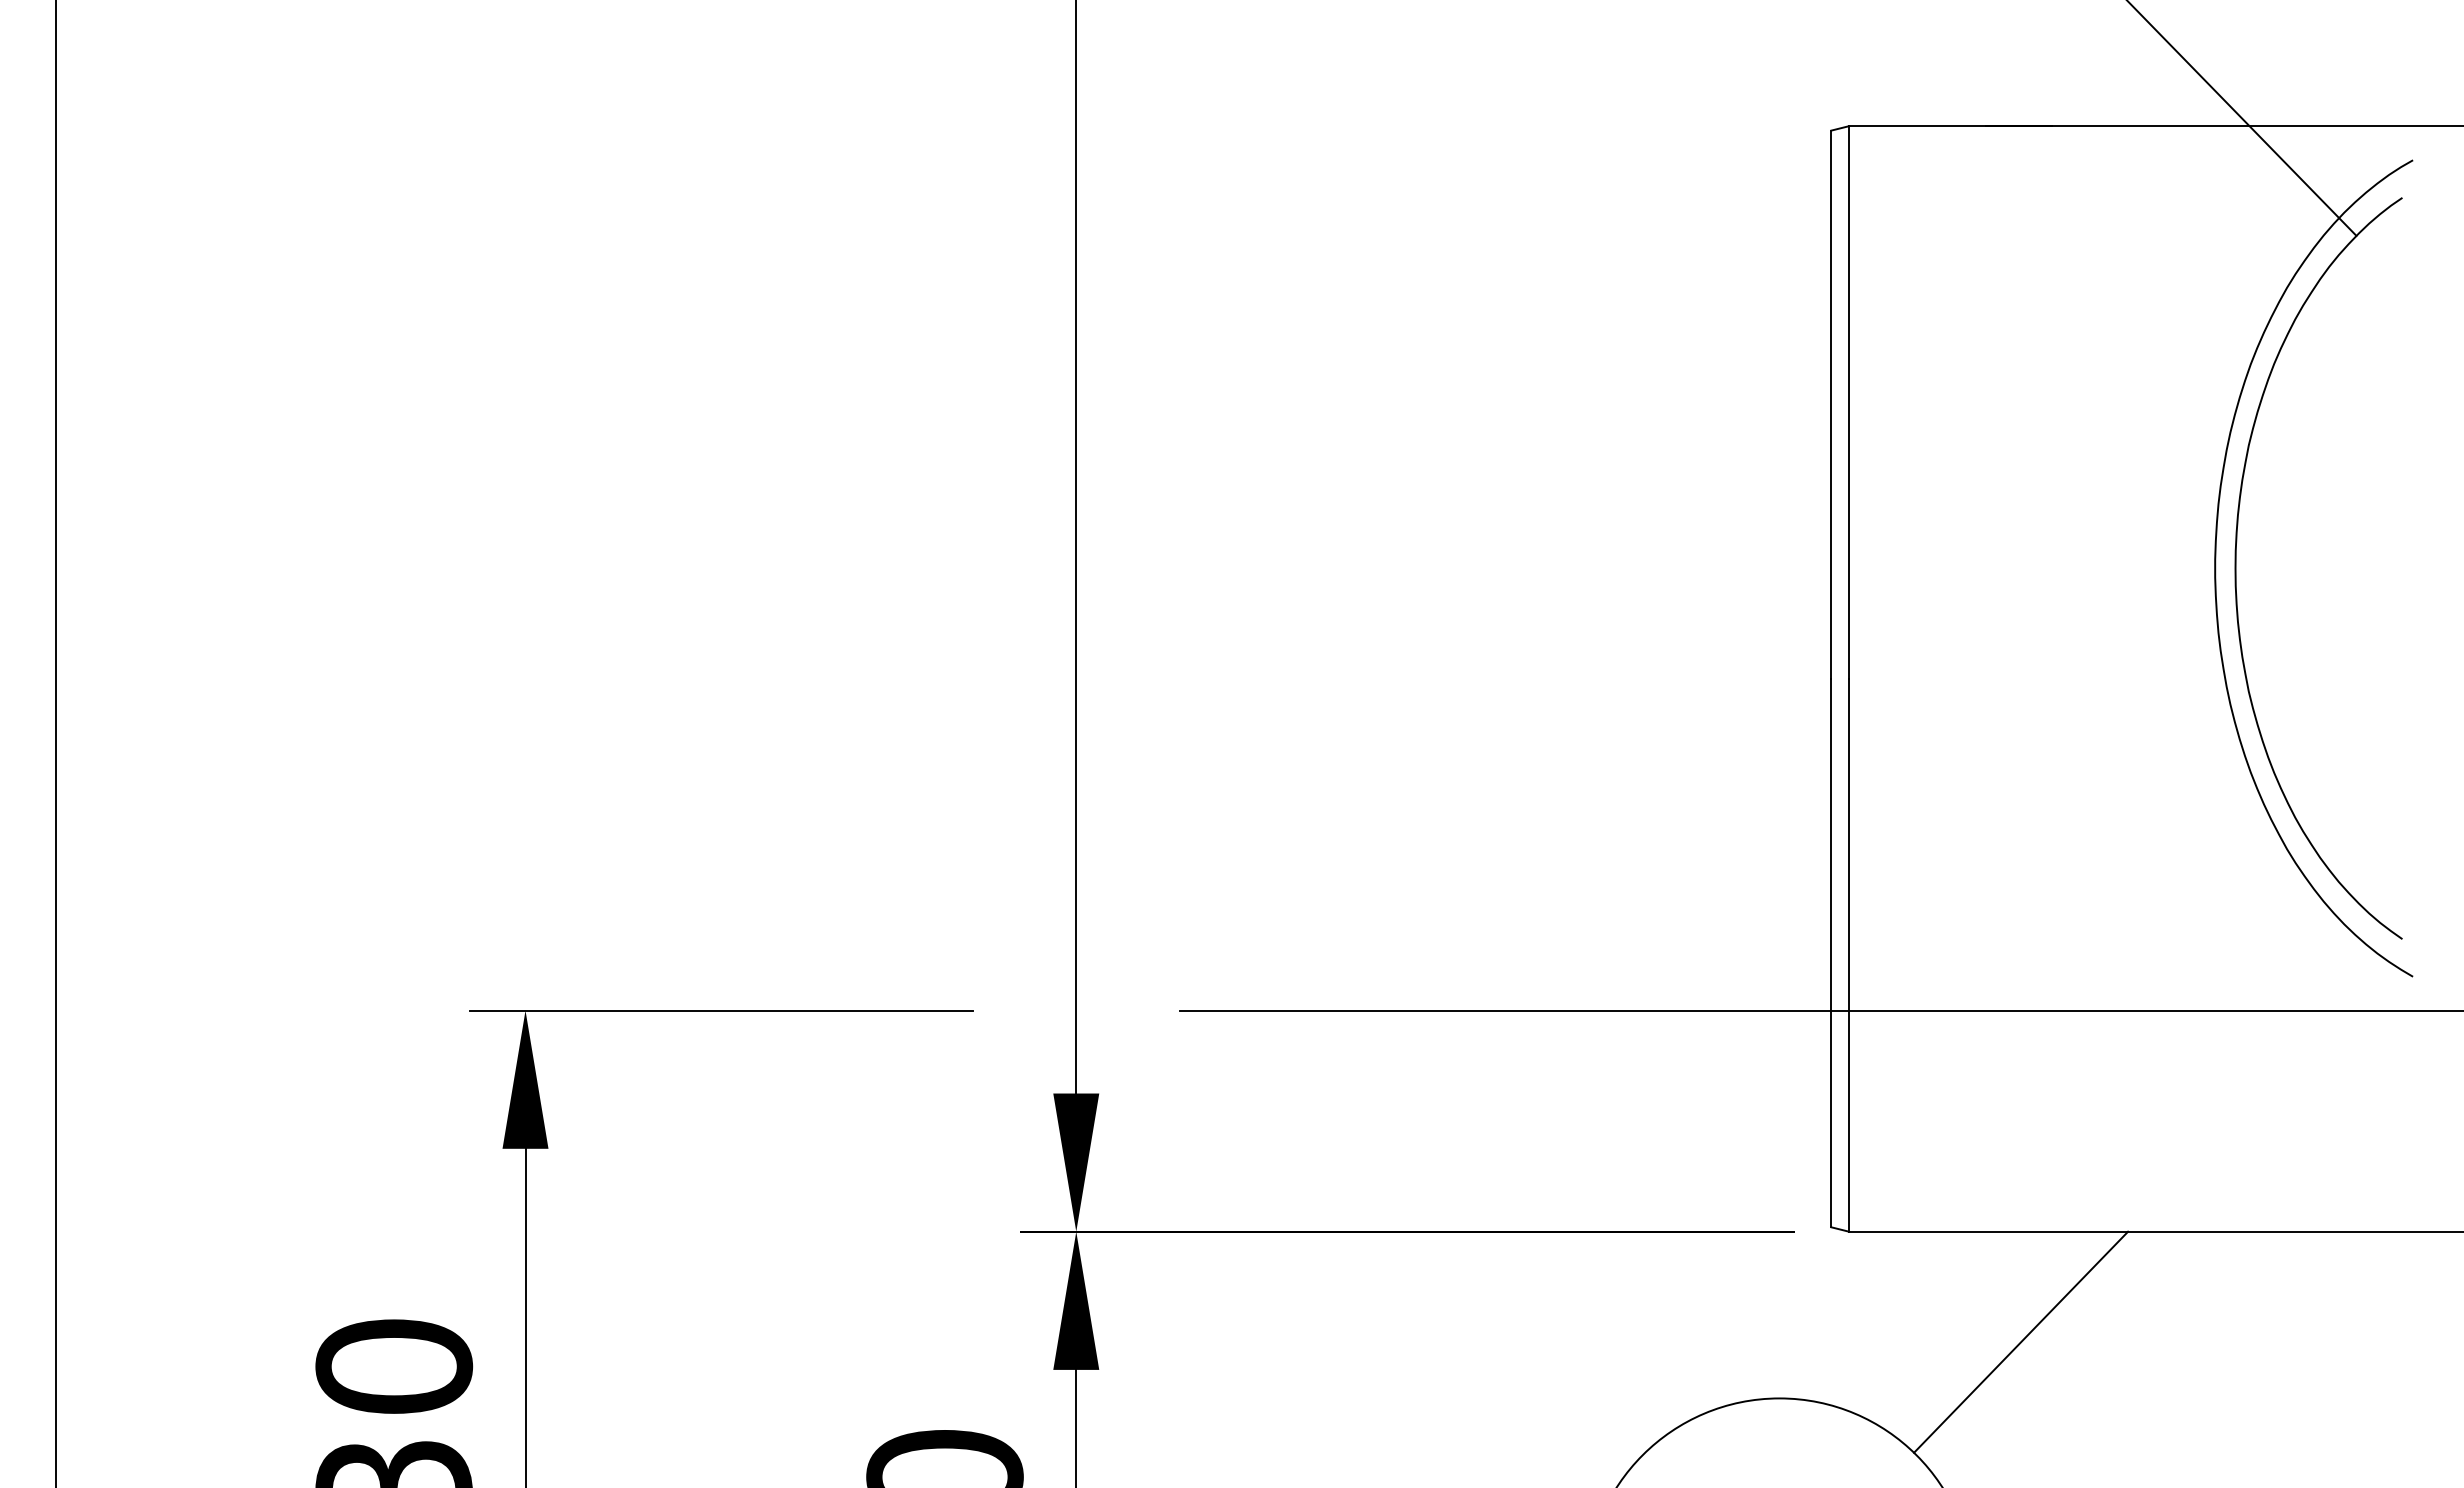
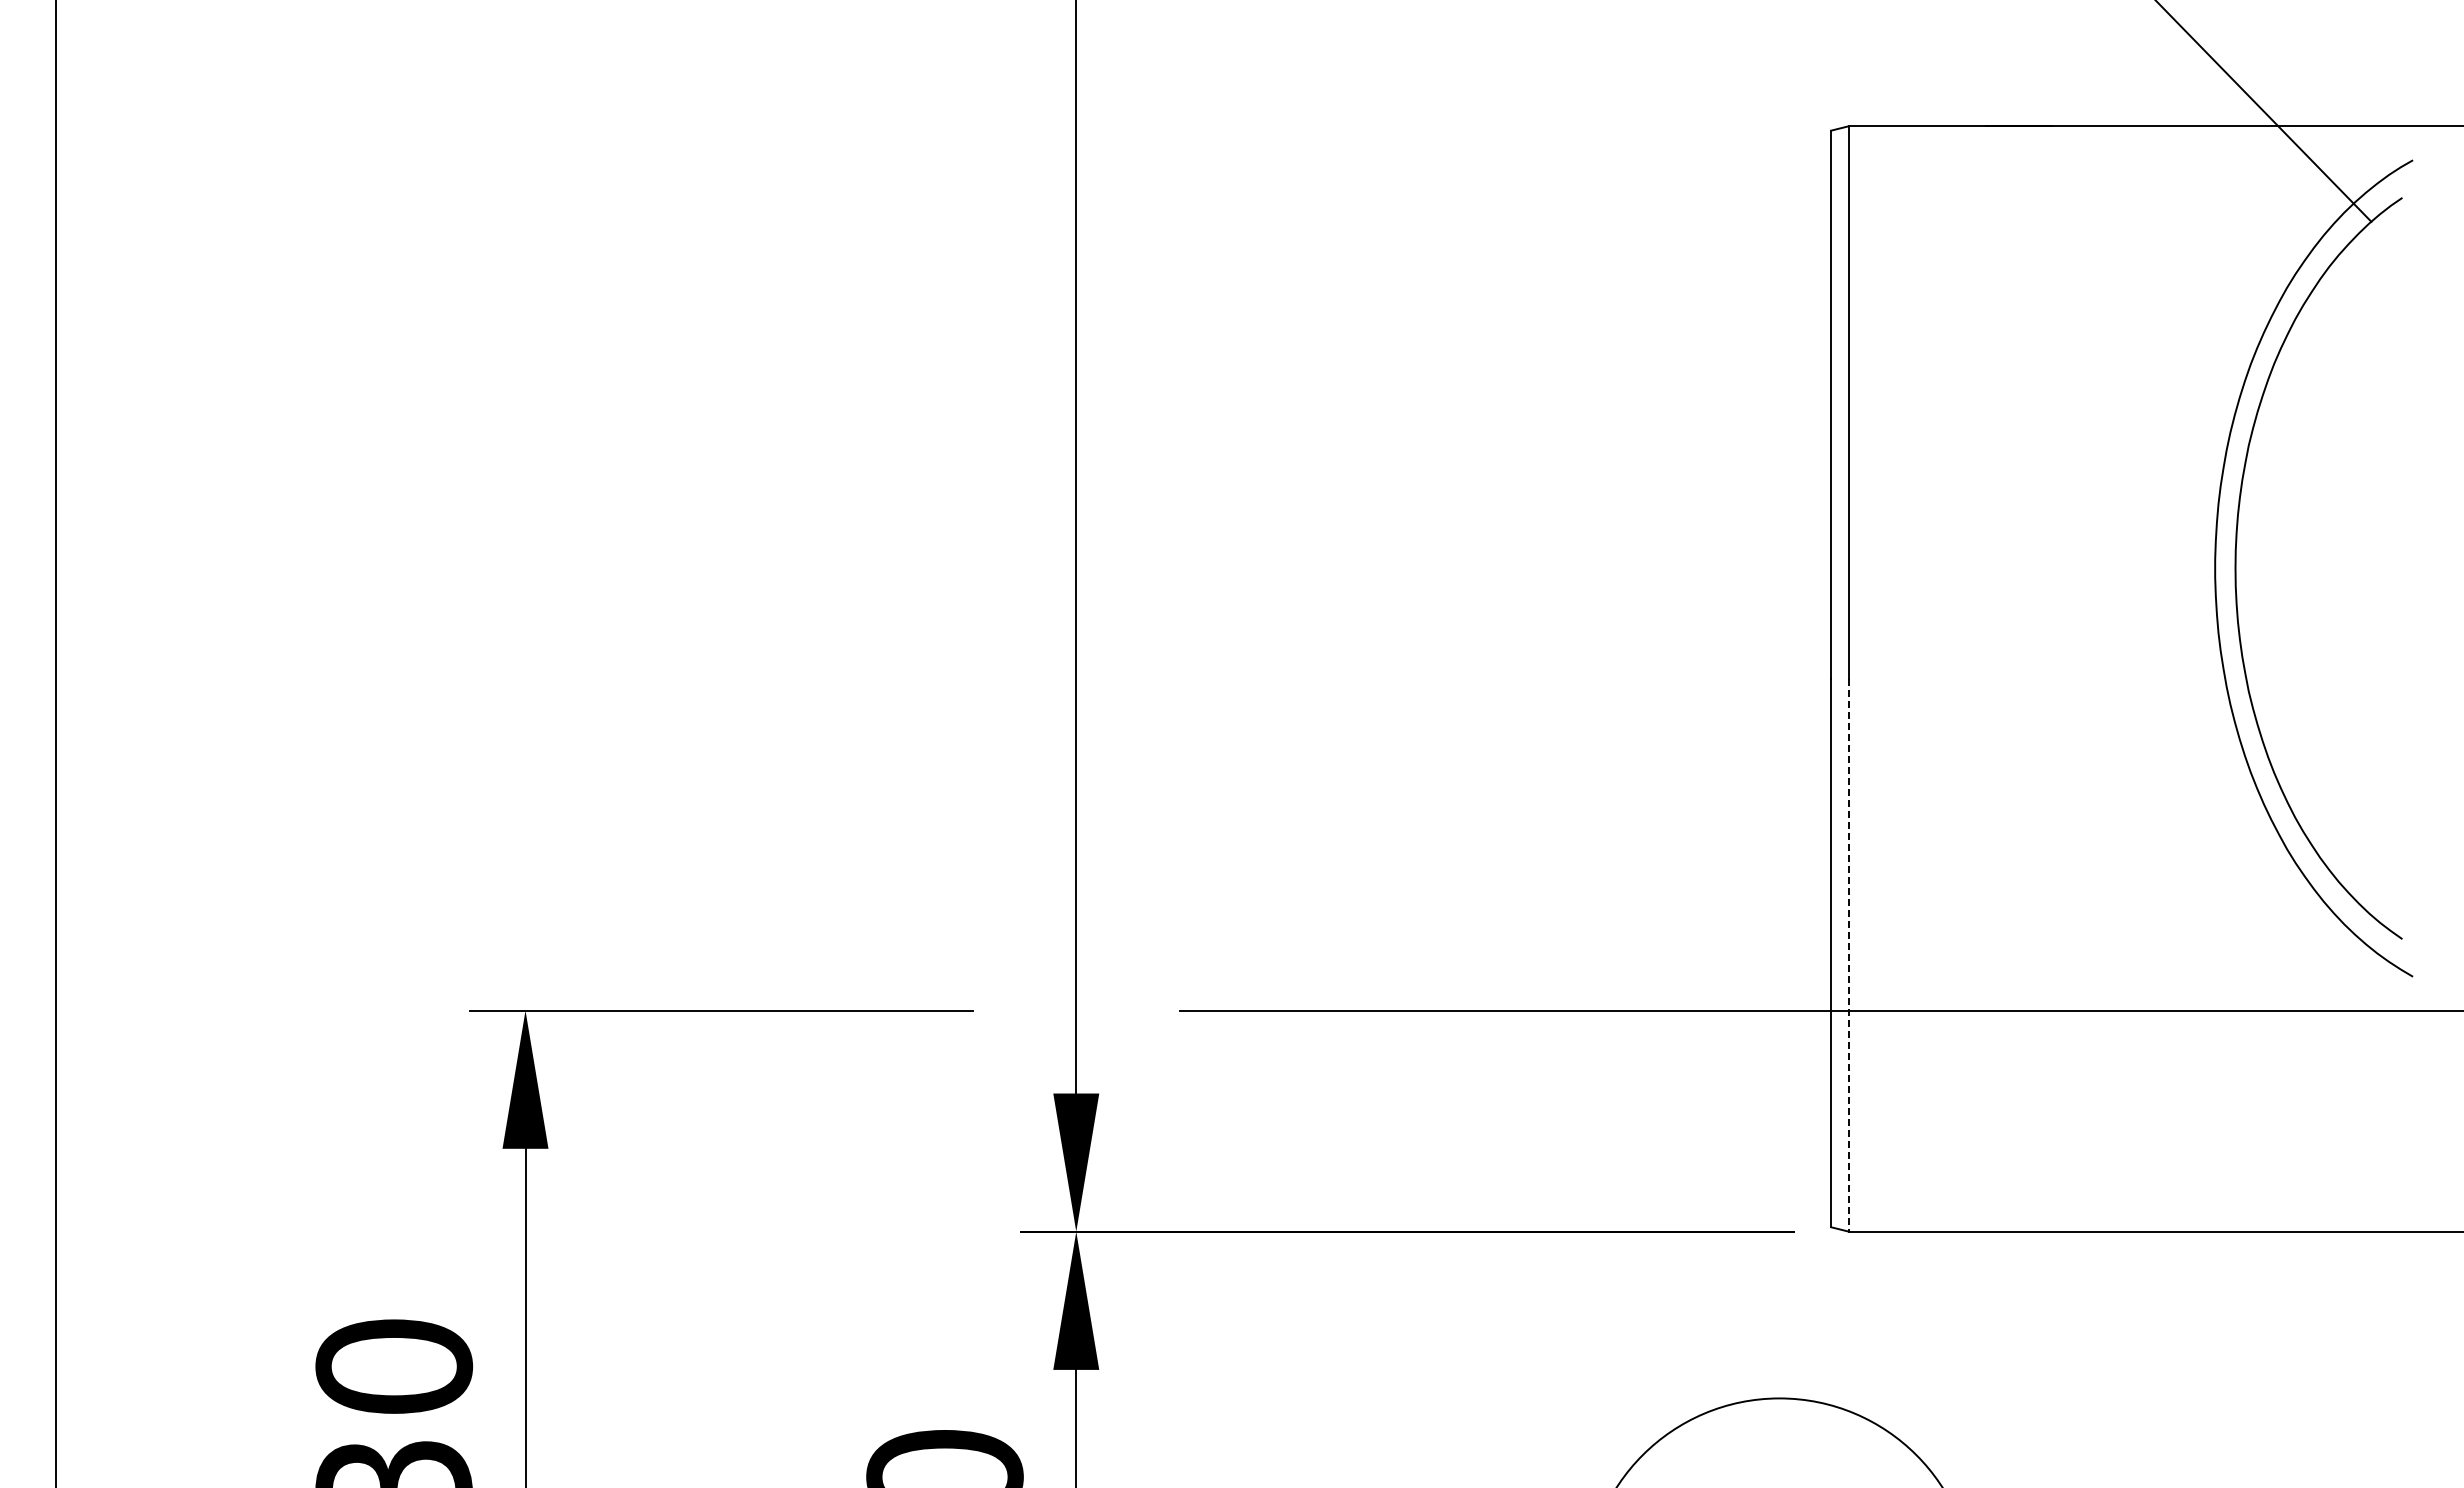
line at (2242, 118) position: (2242, 118) -> (2264, 111)
line at (1849, 955): solid -> dashed
line at (2021, 1341): present -> none
